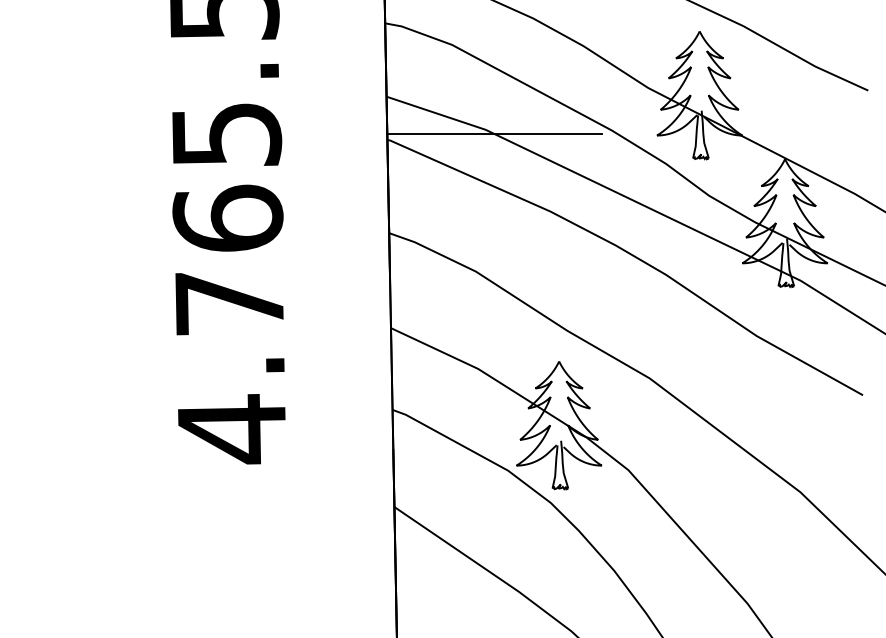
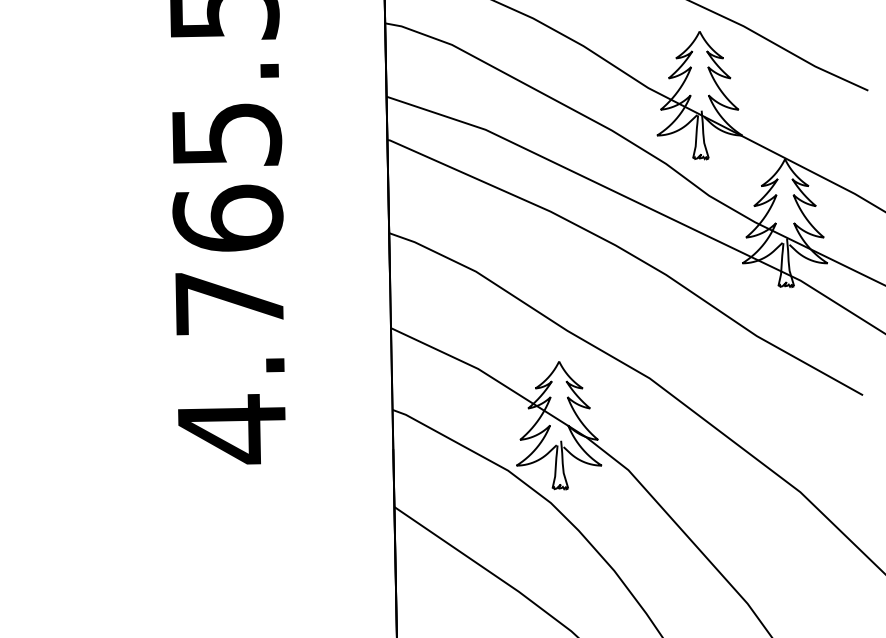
line at (494, 133): present -> none
